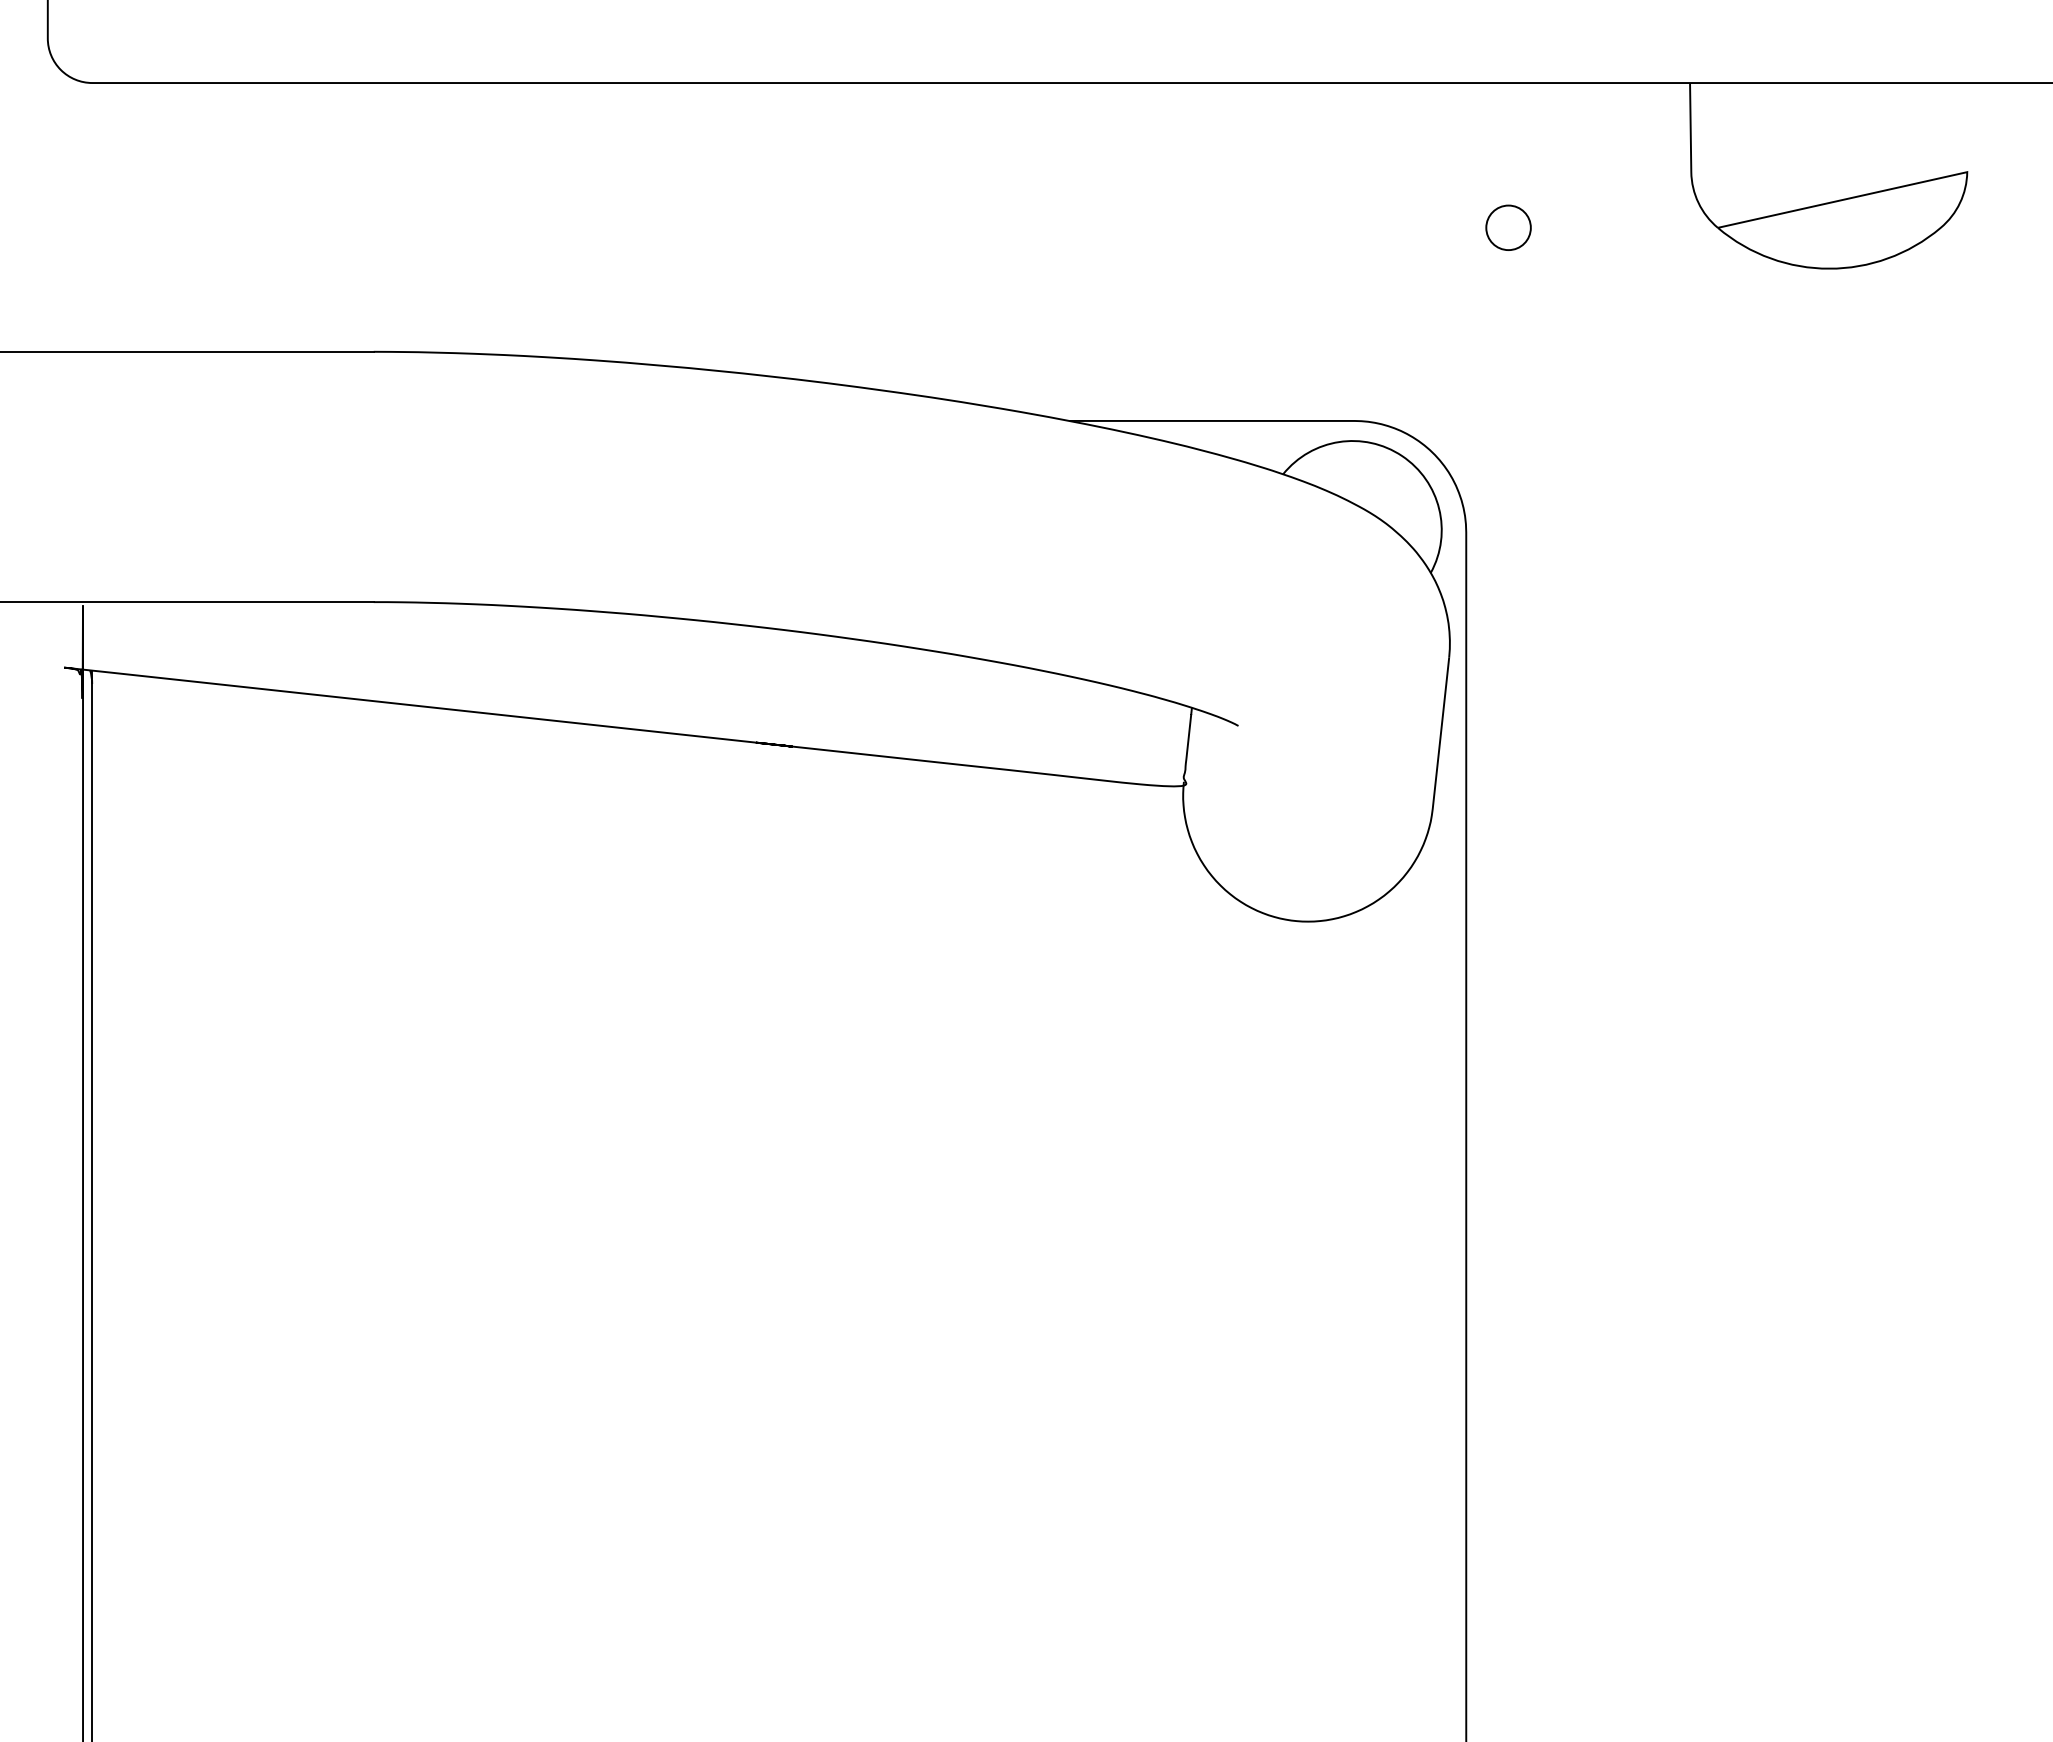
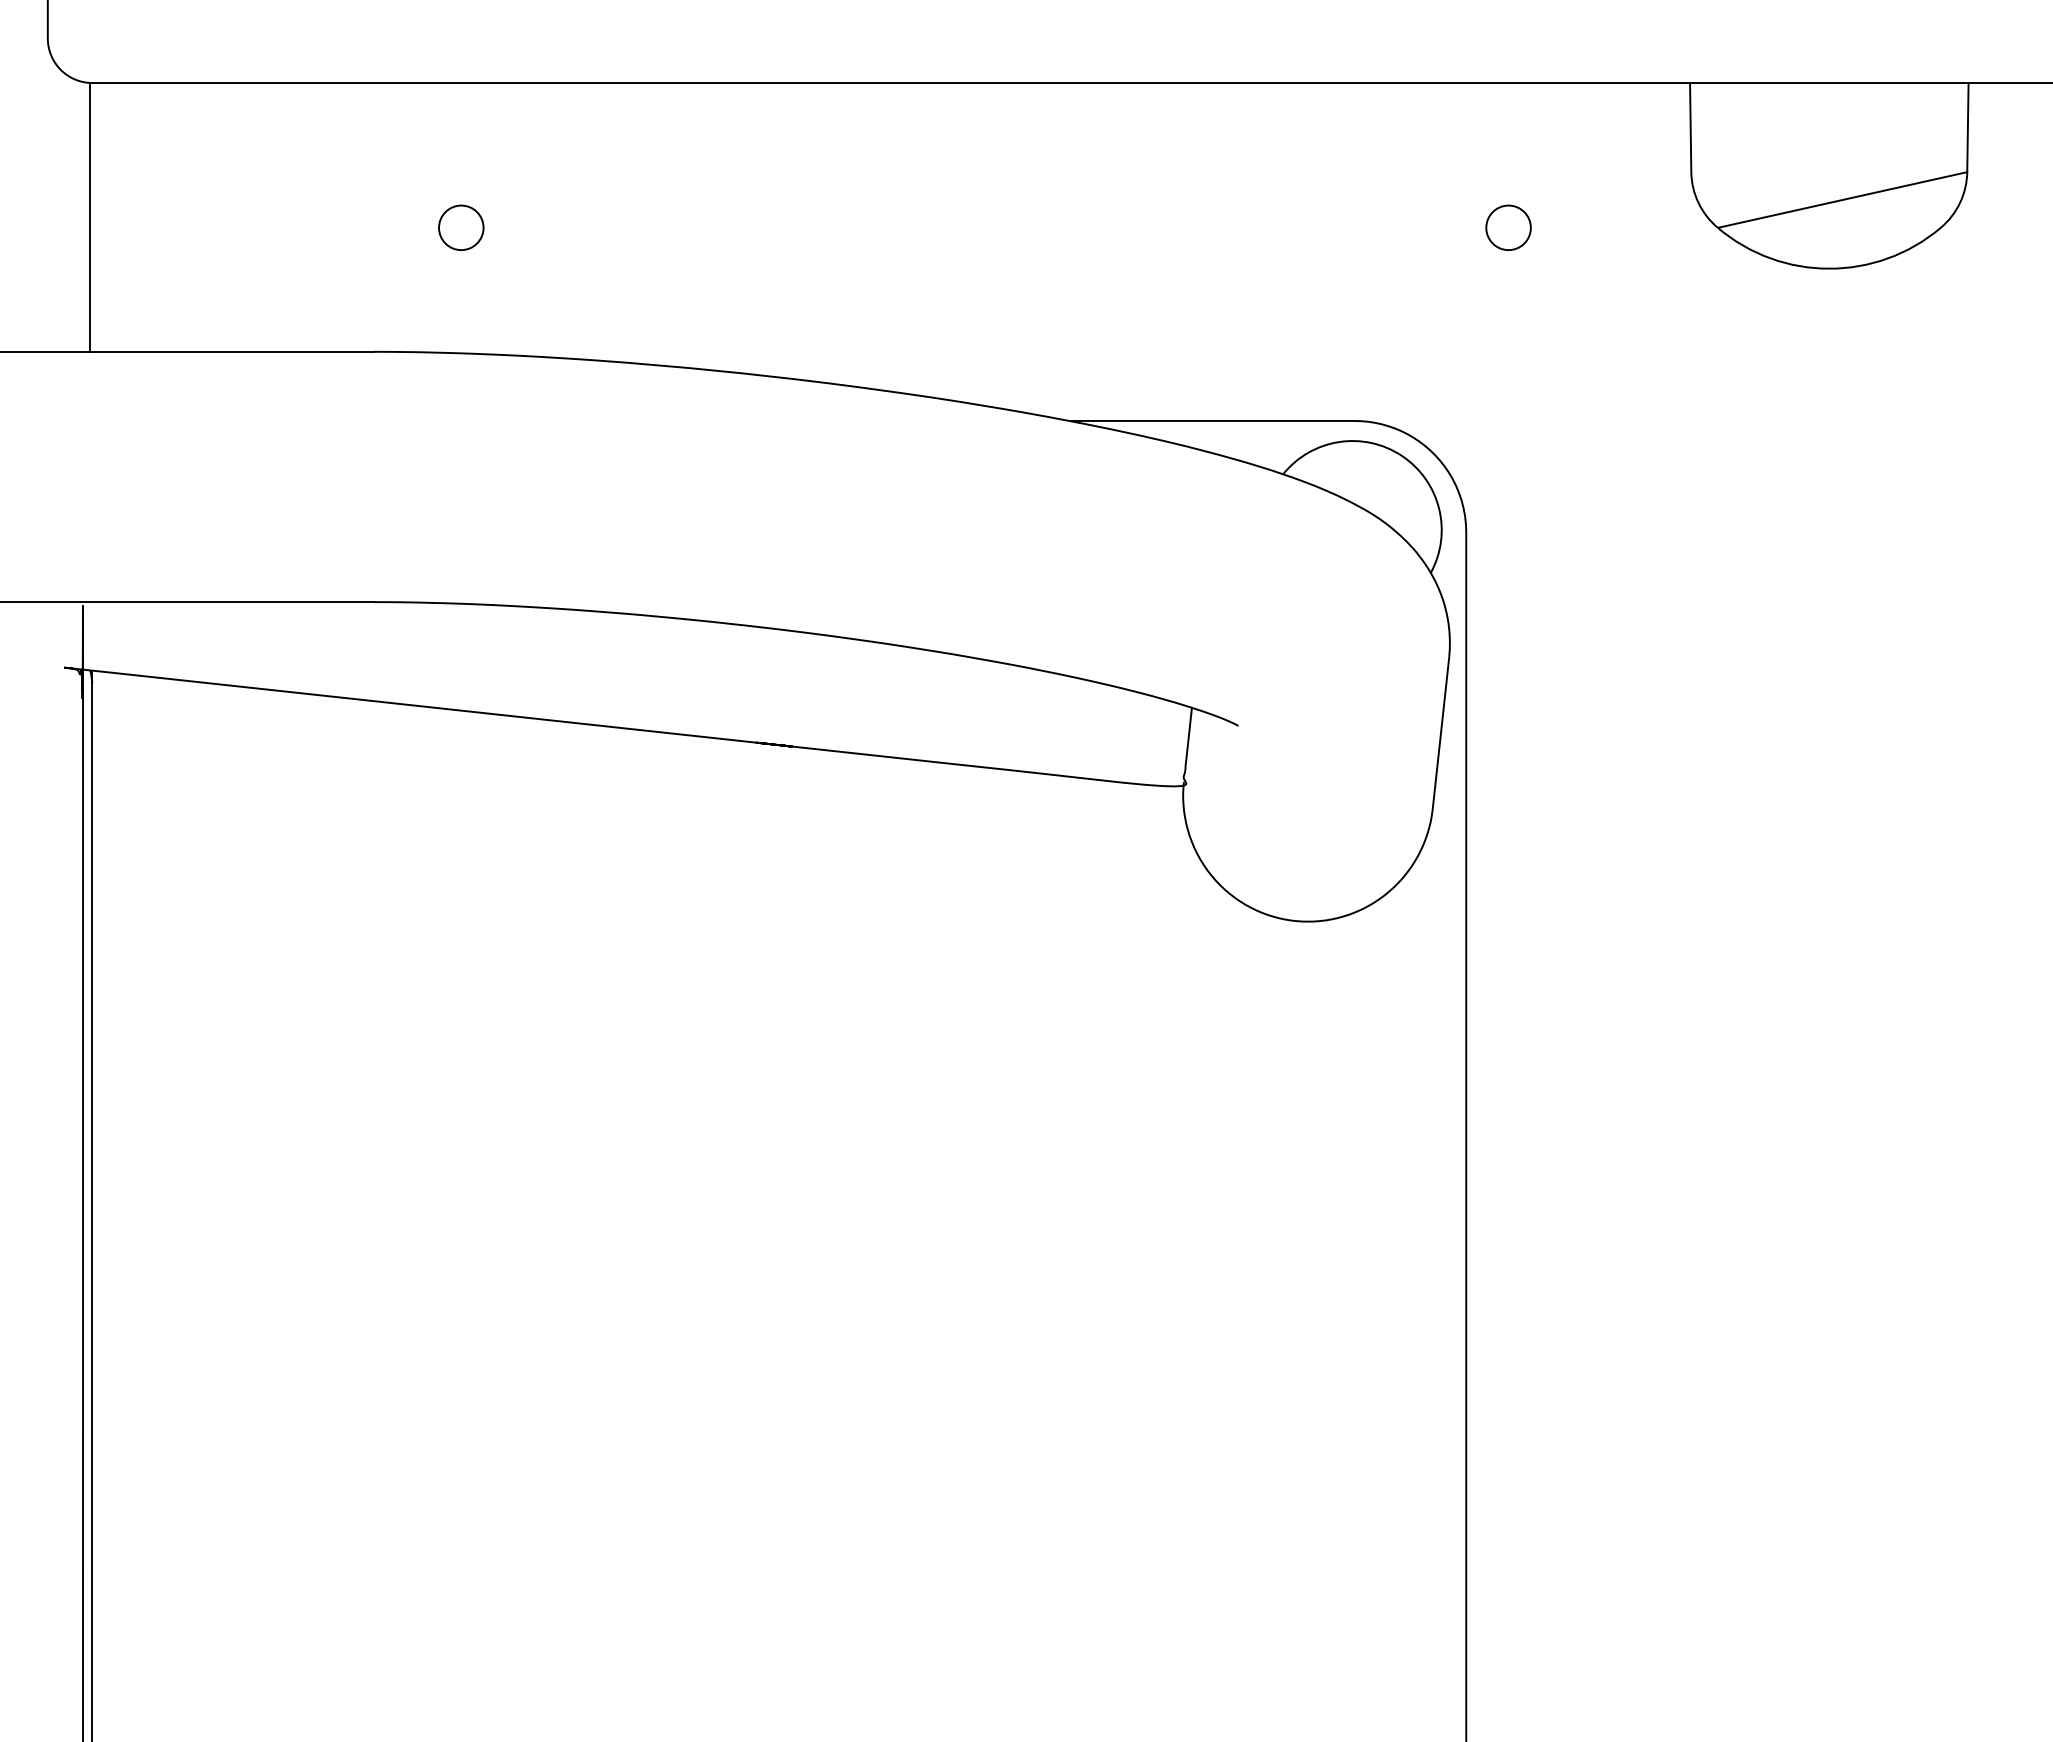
line at (1967, 127): none -> present
line at (89, 216): none -> present
circle at (461, 227): none -> present
